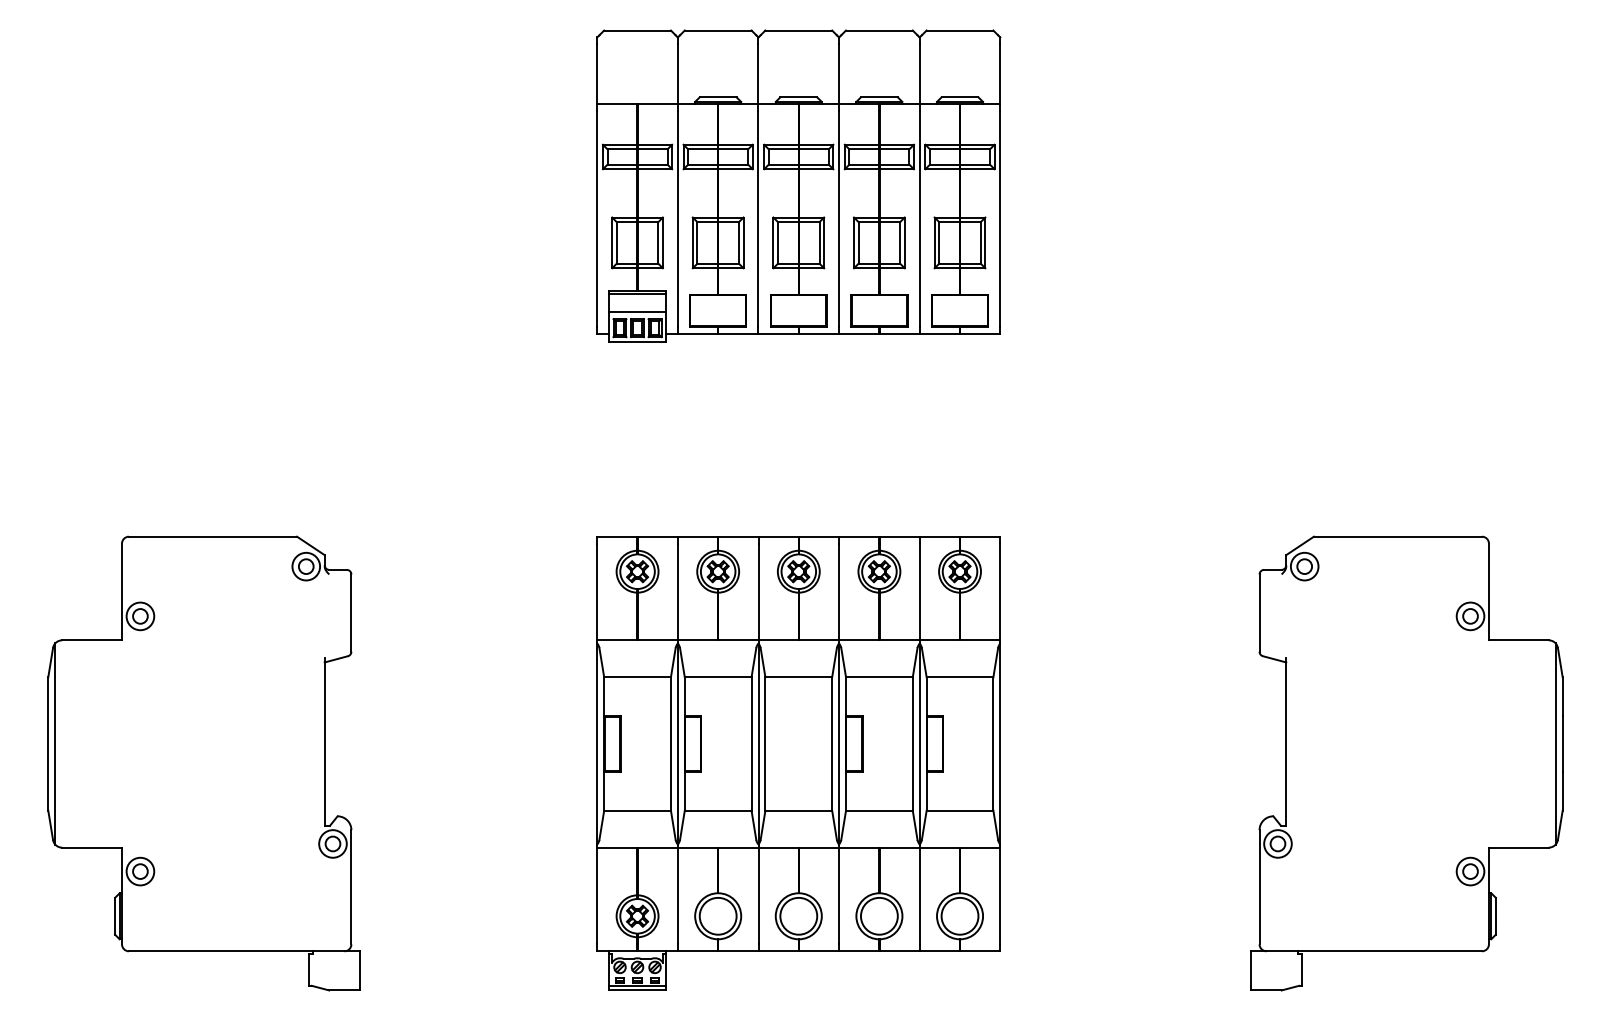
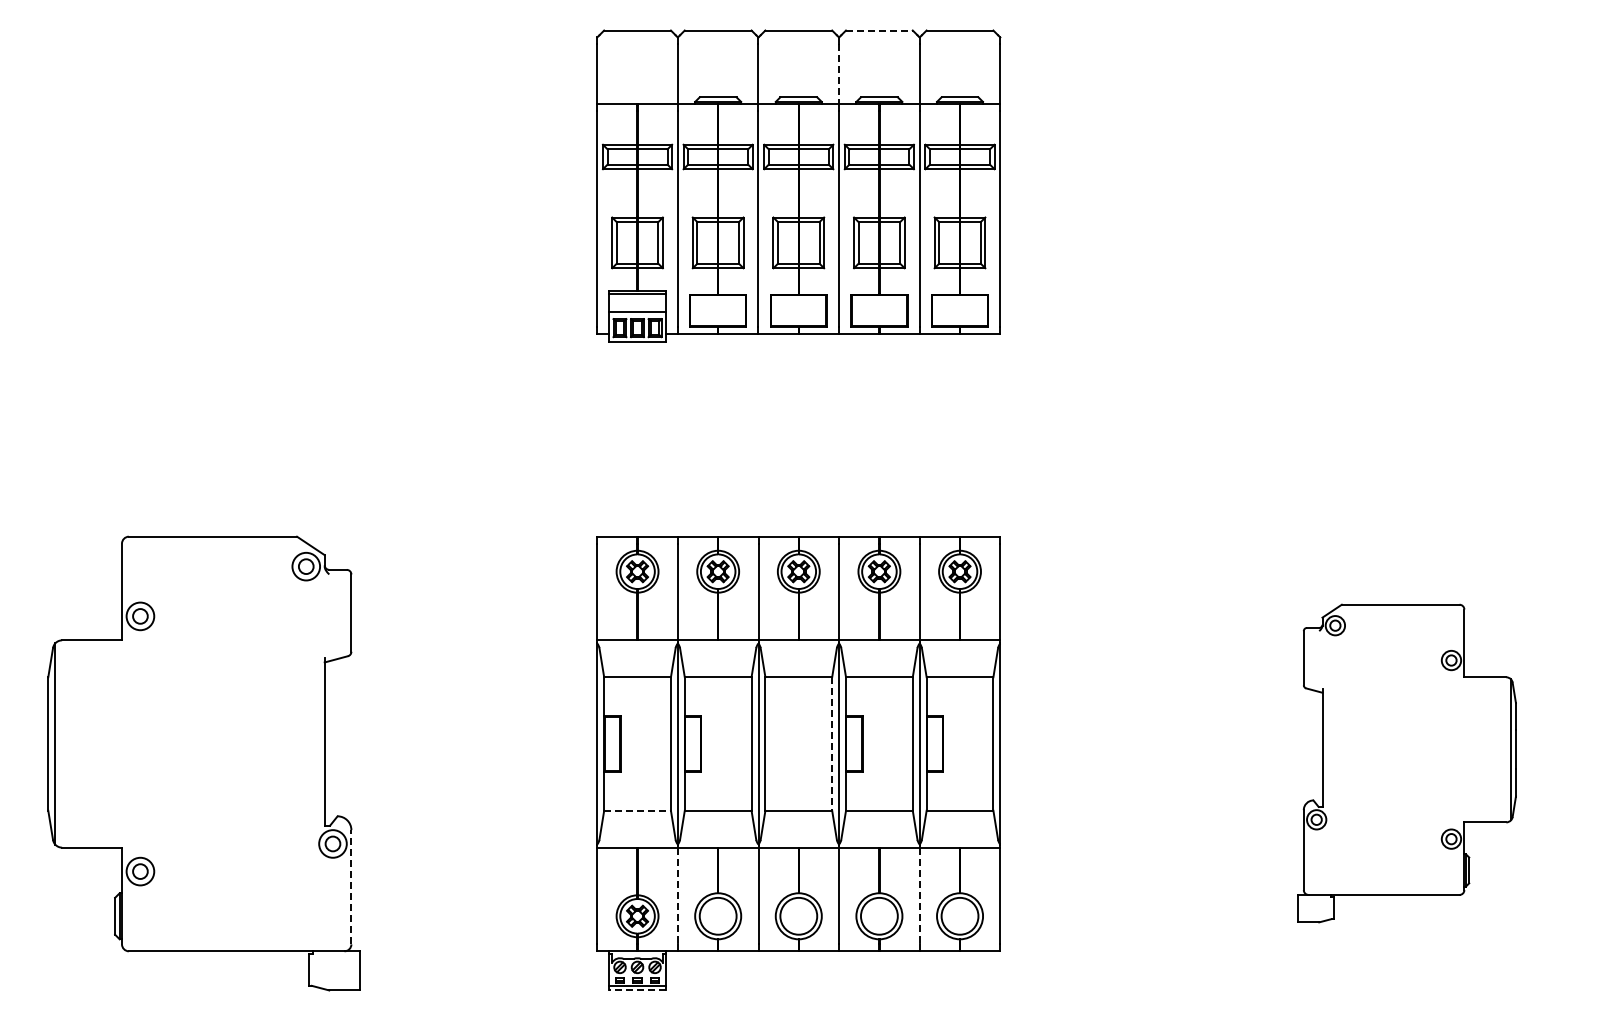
line at (879, 30): solid -> dashed
line at (839, 74): solid -> dashed
line at (832, 744): solid -> dashed
part at (1406, 763) size: 314x457 px -> 220x321 px
line at (638, 810): solid -> dashed
line at (351, 886): solid -> dashed
line at (677, 896): solid -> dashed
line at (919, 896): solid -> dashed
line at (637, 990): solid -> dashed
